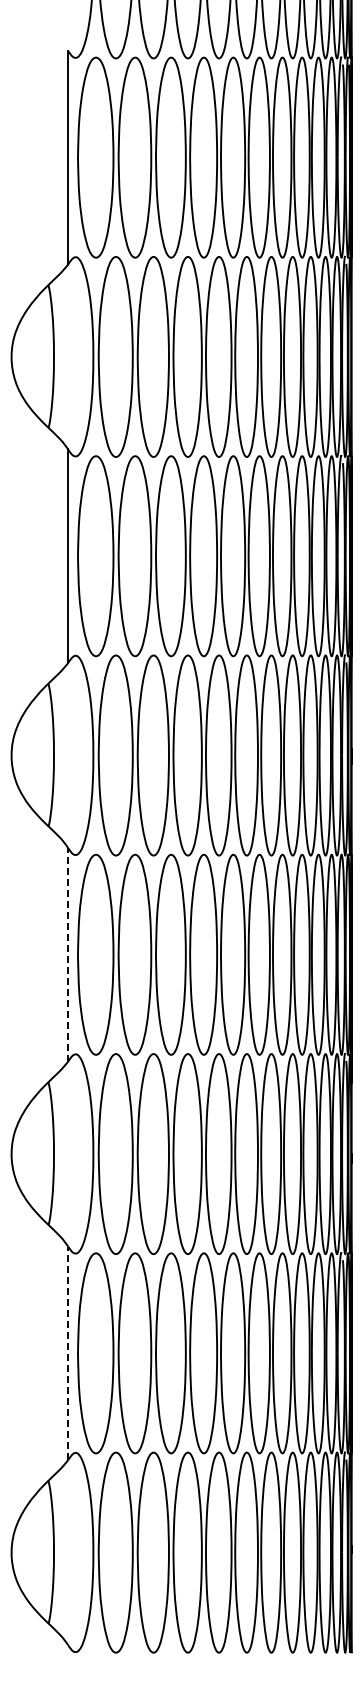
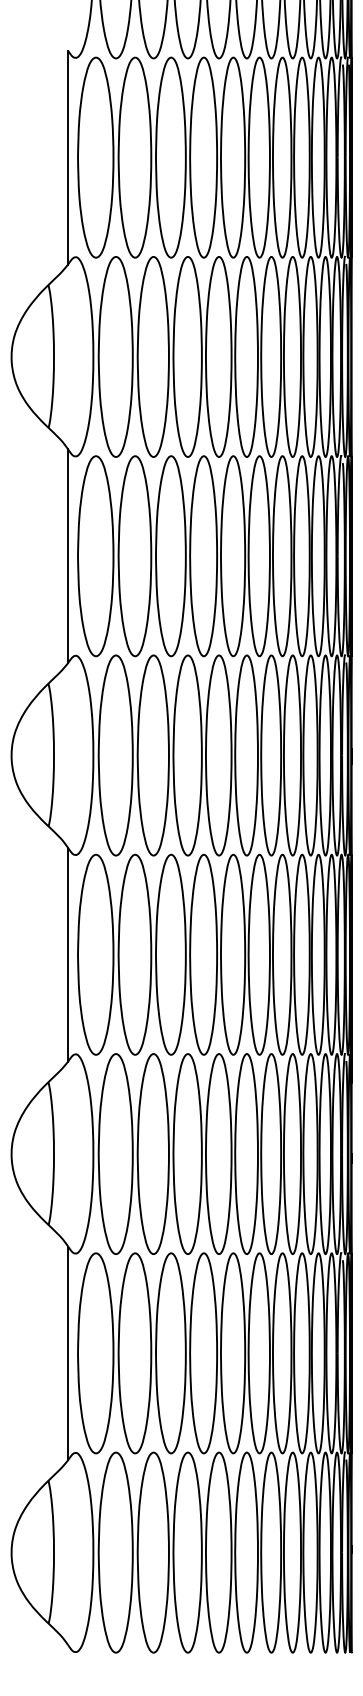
line at (68, 954): dashed -> solid
line at (68, 1353): dashed -> solid
